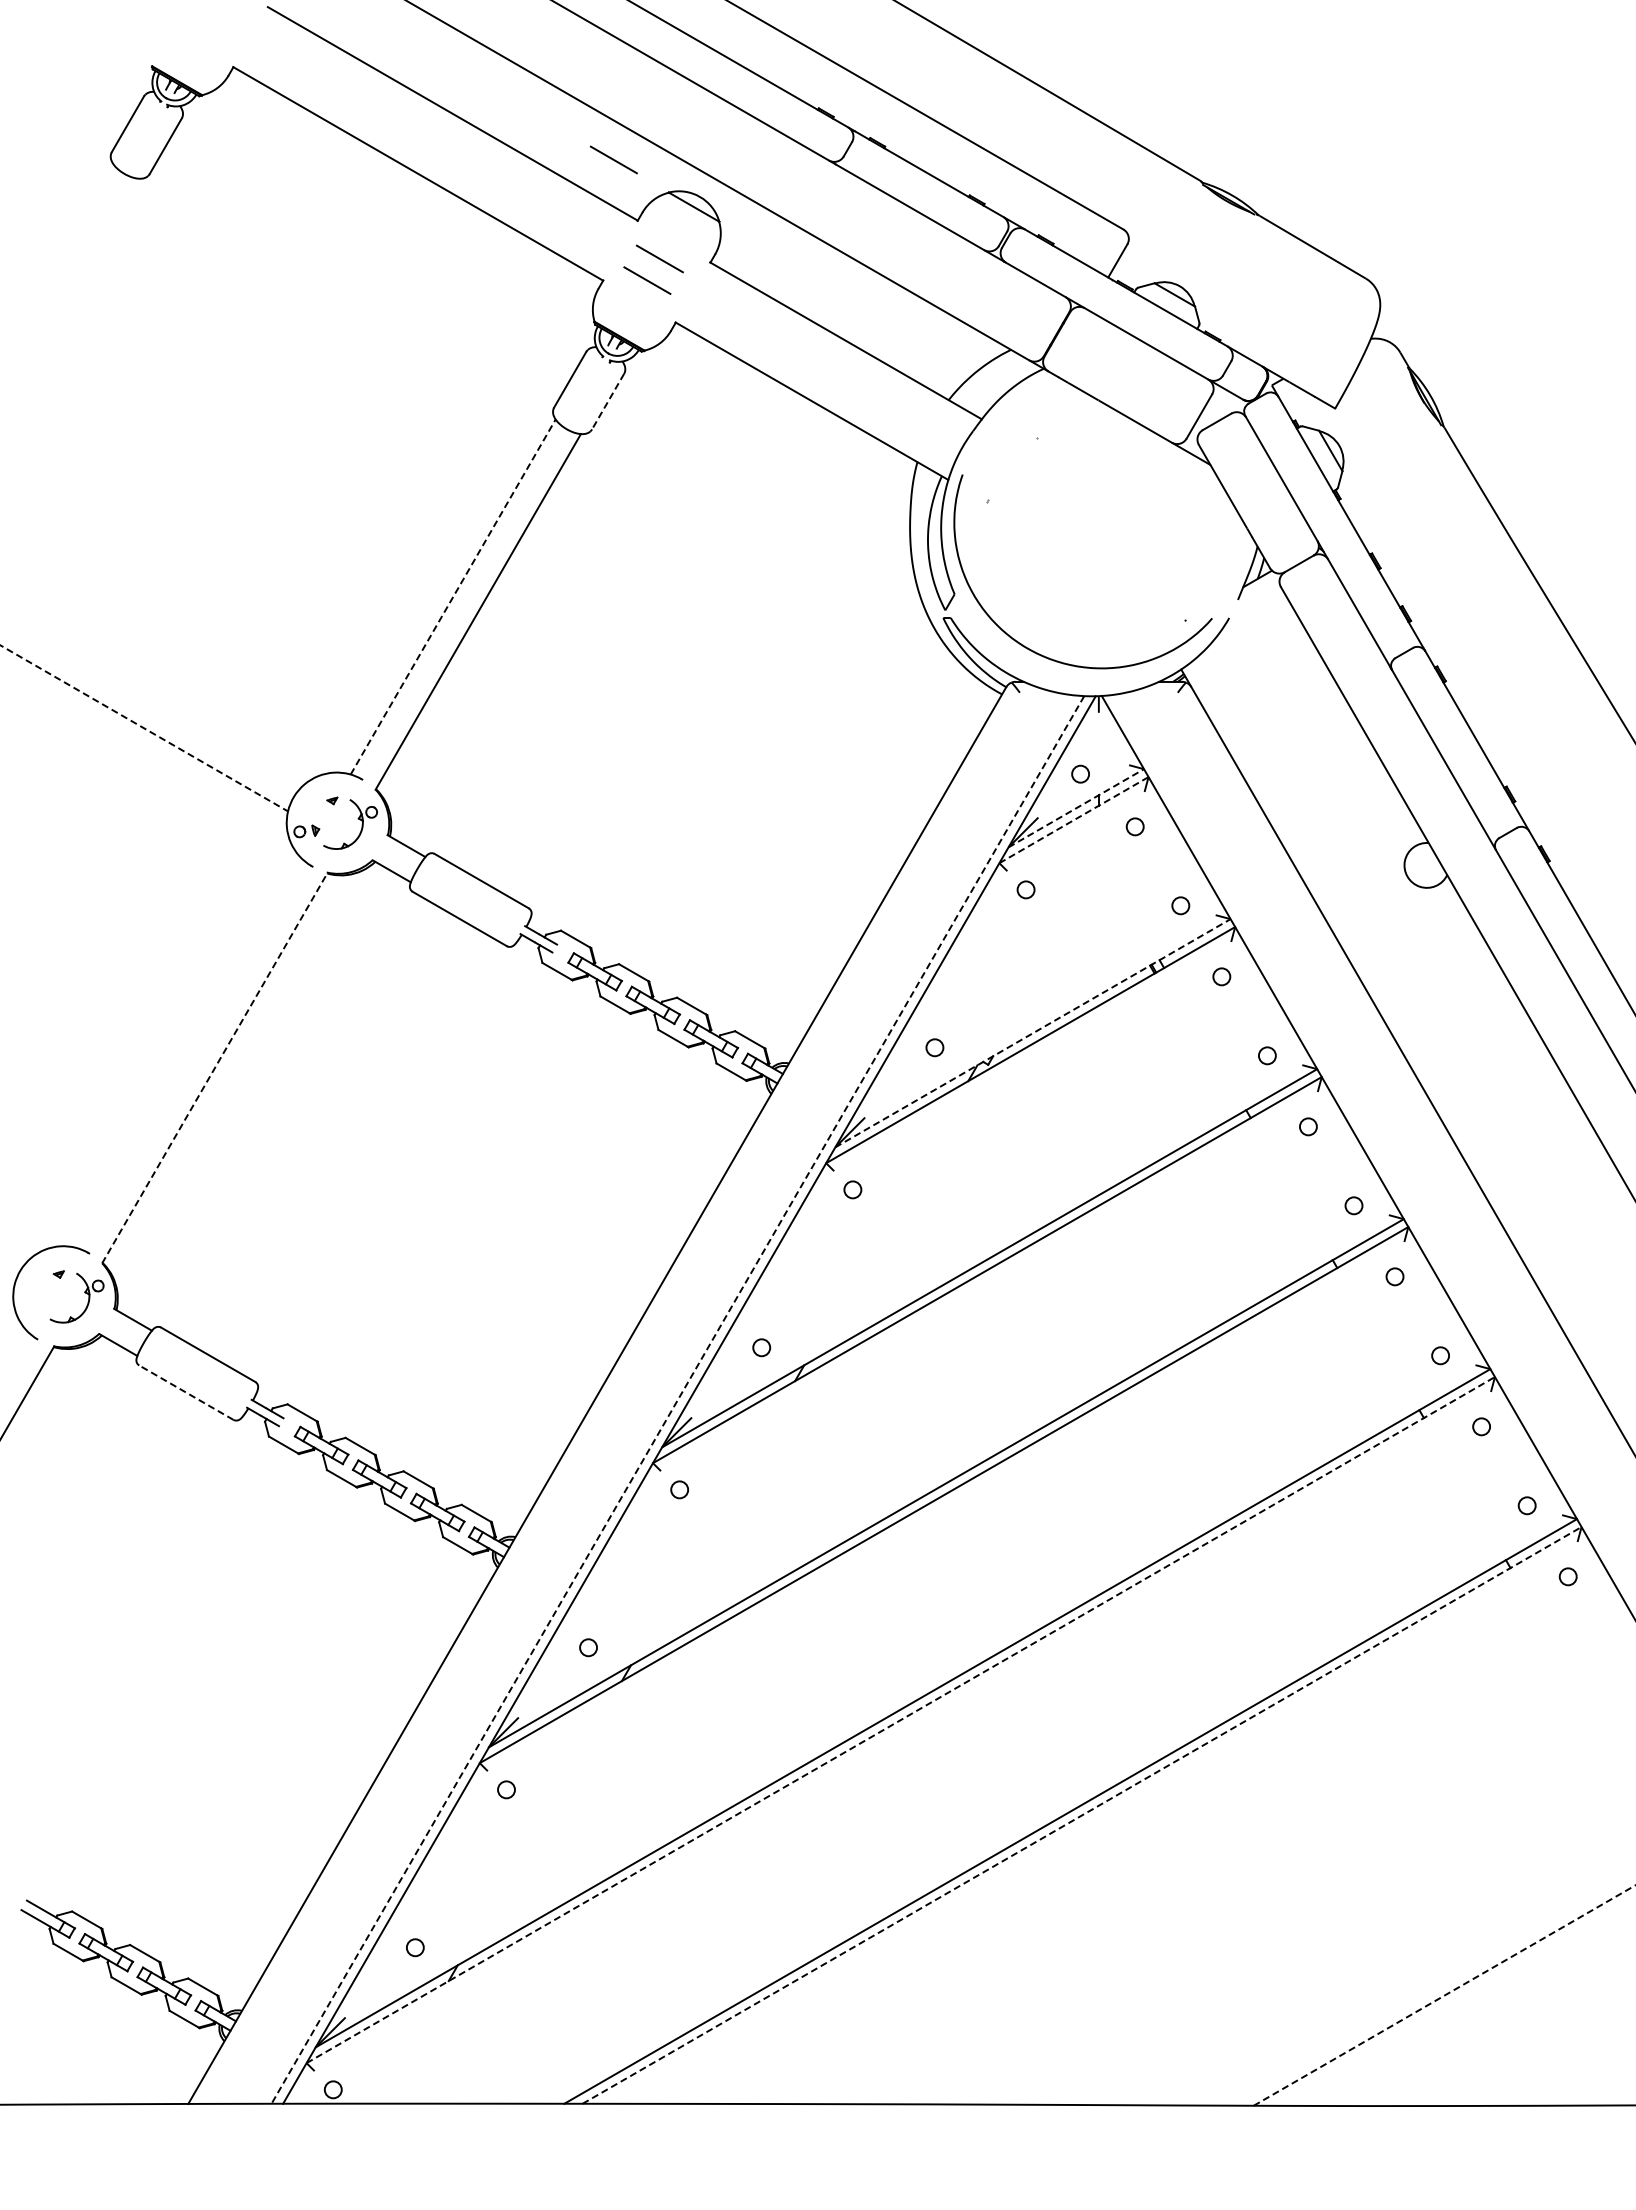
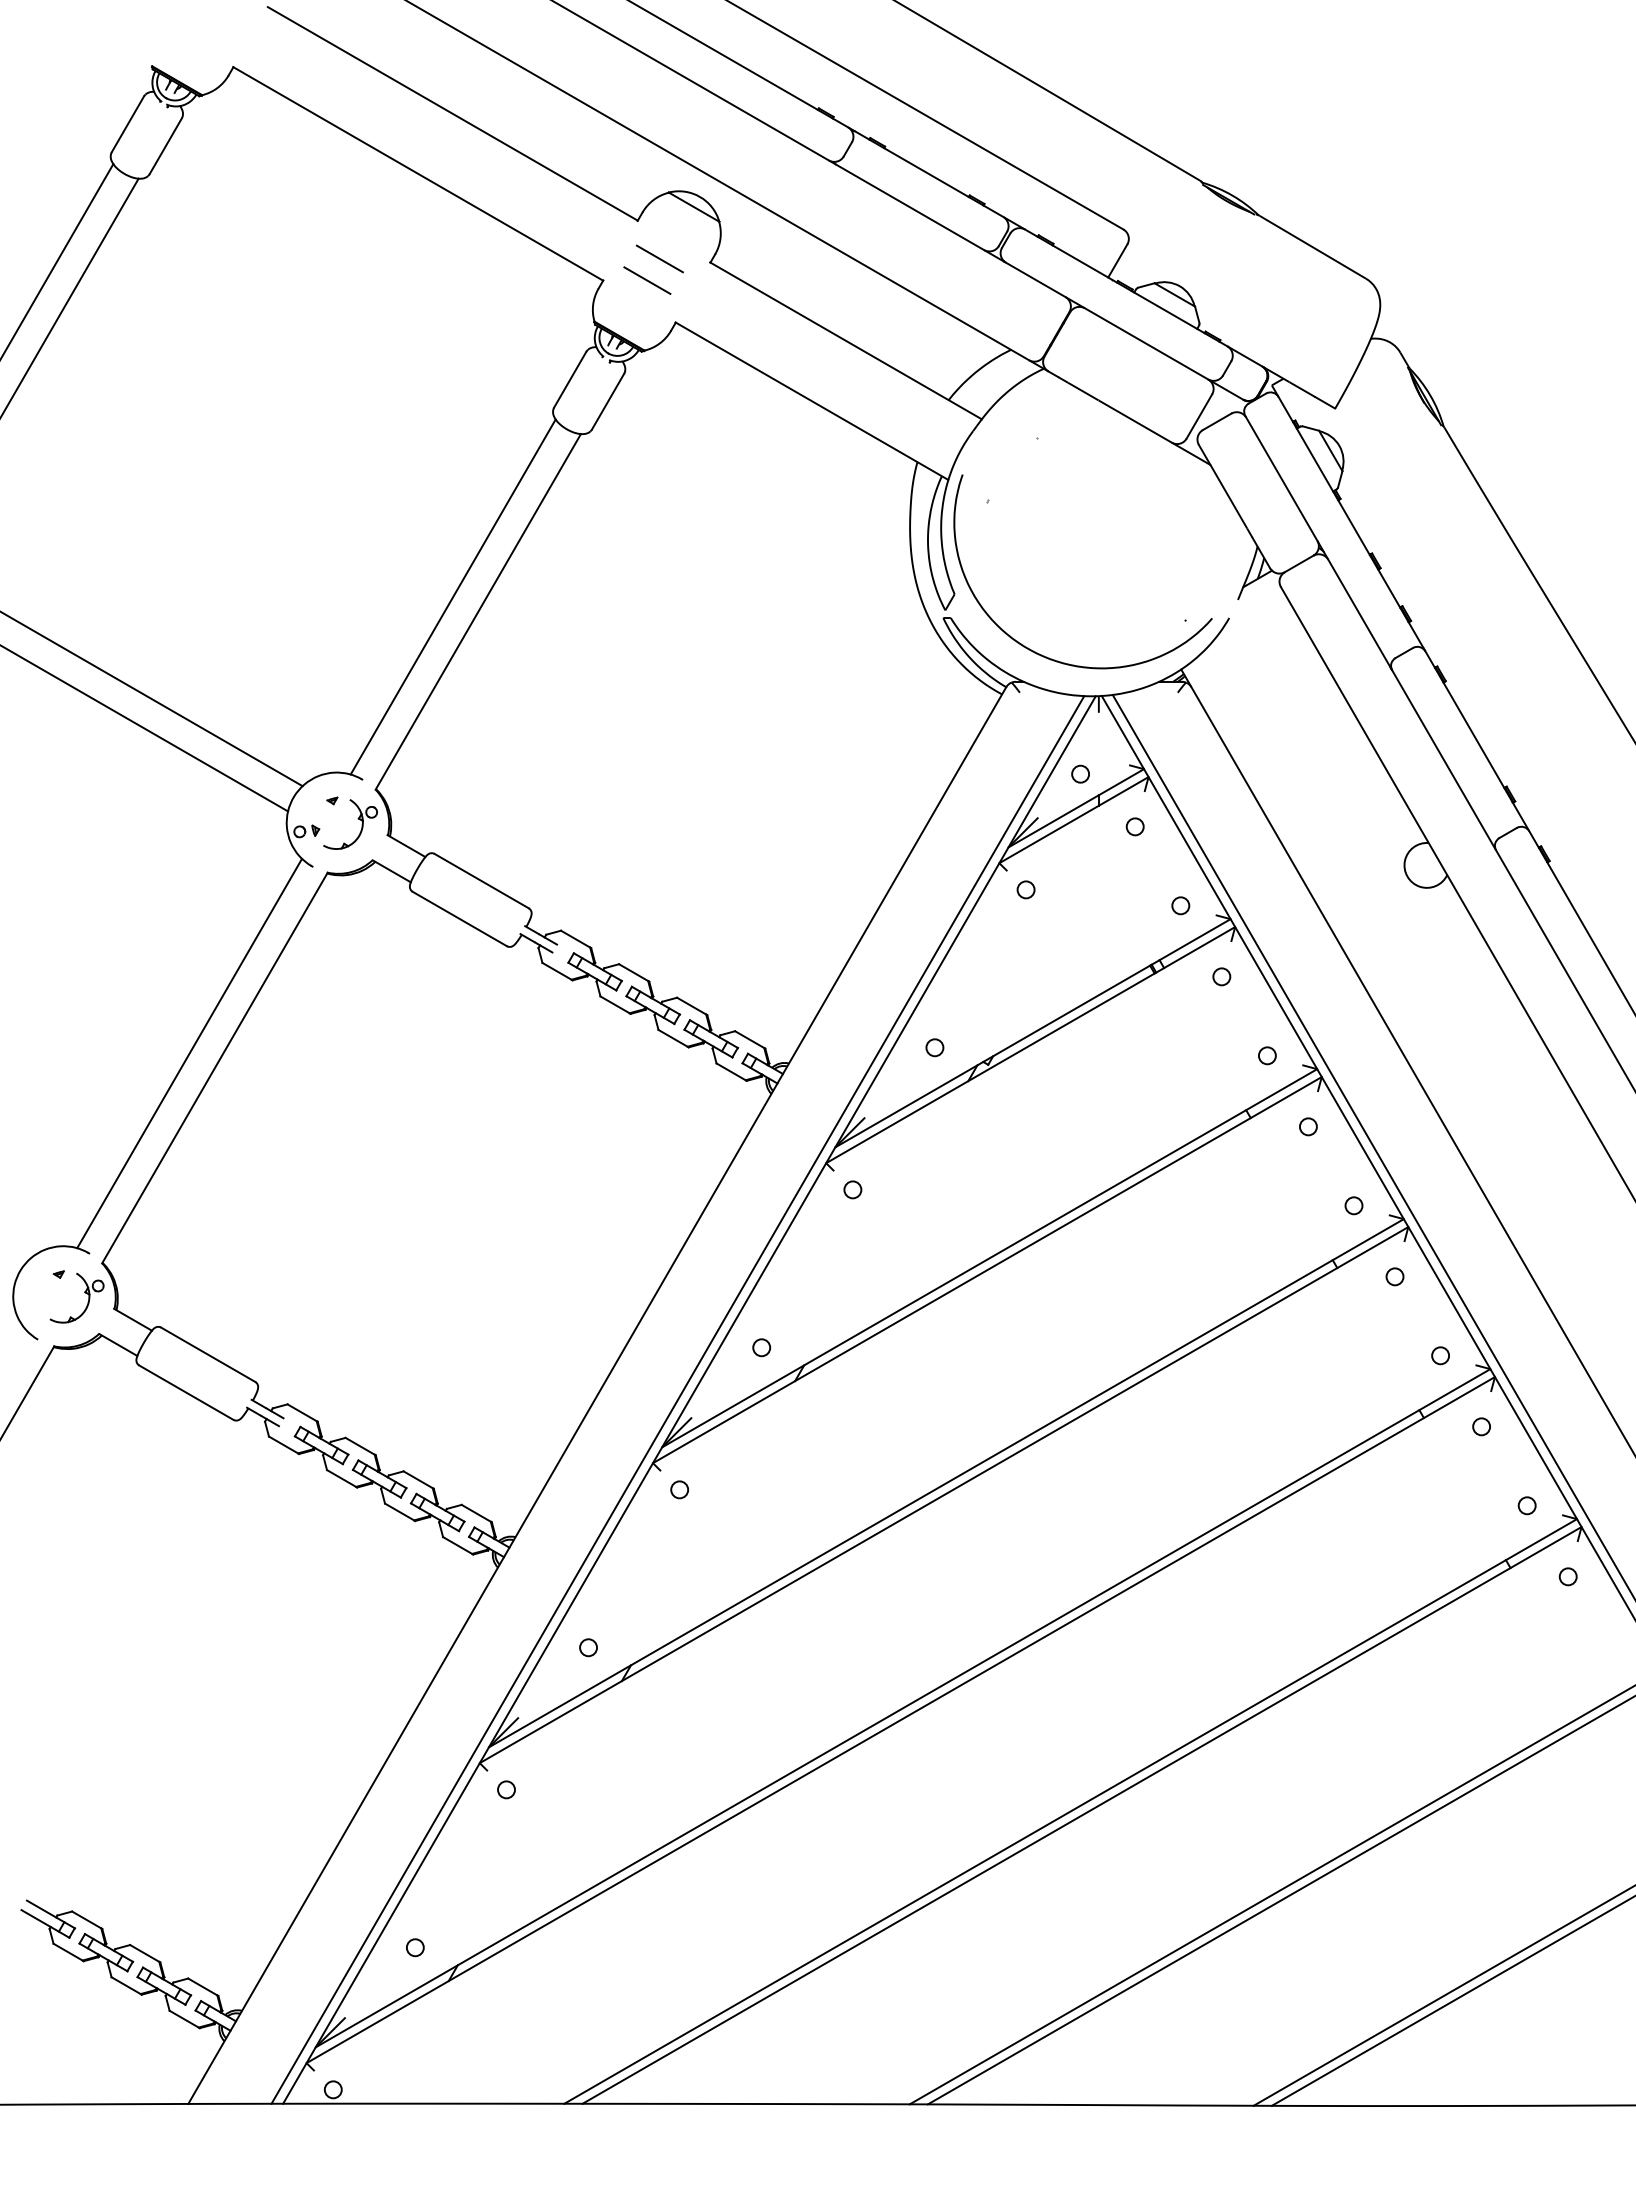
line at (613, 159): present -> none
line at (57, 260): none -> present
line at (70, 296): none -> present
line at (607, 402): dashed -> solid
line at (453, 597): dashed -> solid
line at (152, 699): none -> present
line at (144, 728): dashed -> solid
line at (1076, 808): dashed -> solid
line at (1074, 819): dashed -> solid
line at (1033, 1033): dashed -> solid
line at (189, 1053): none -> present
line at (215, 1067): dashed -> solid
line at (1372, 1145): none -> present
line at (185, 1392): dashed -> solid
line at (677, 1399): dashed -> solid
line at (901, 1719): dashed -> solid
line at (1082, 1815): dashed -> solid
line at (1270, 1895): none -> present
line at (1279, 1900): none -> present
line at (1444, 1995): dashed -> solid
line at (1451, 2001): none -> present
